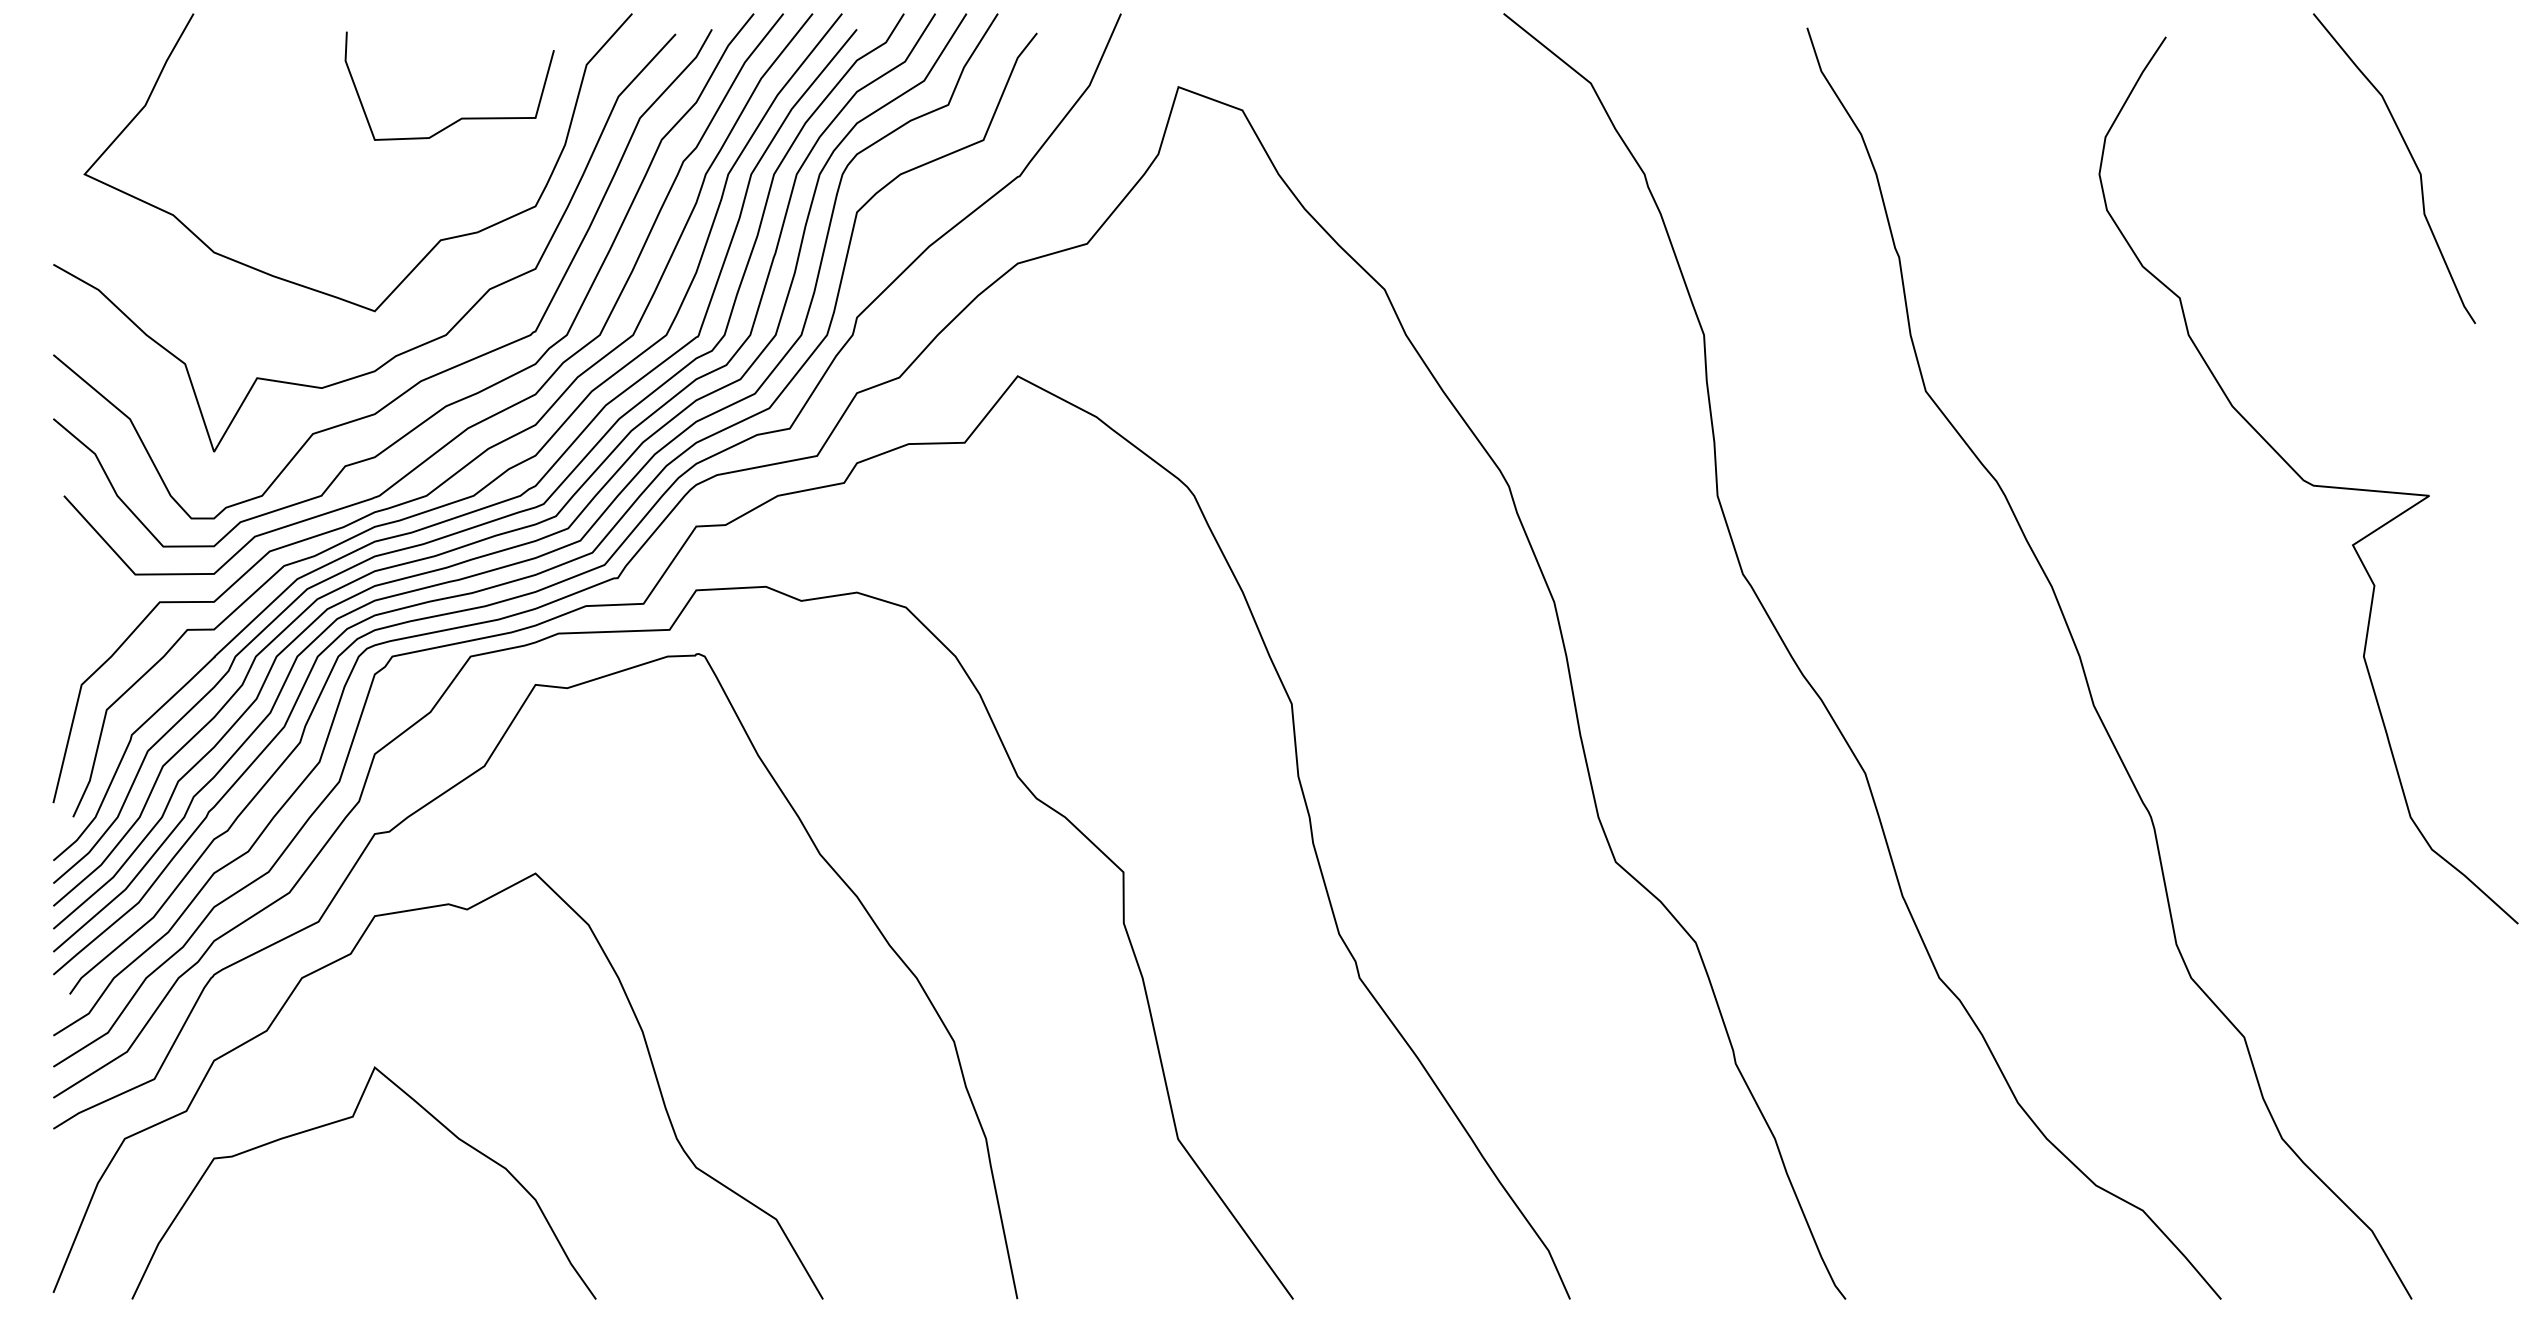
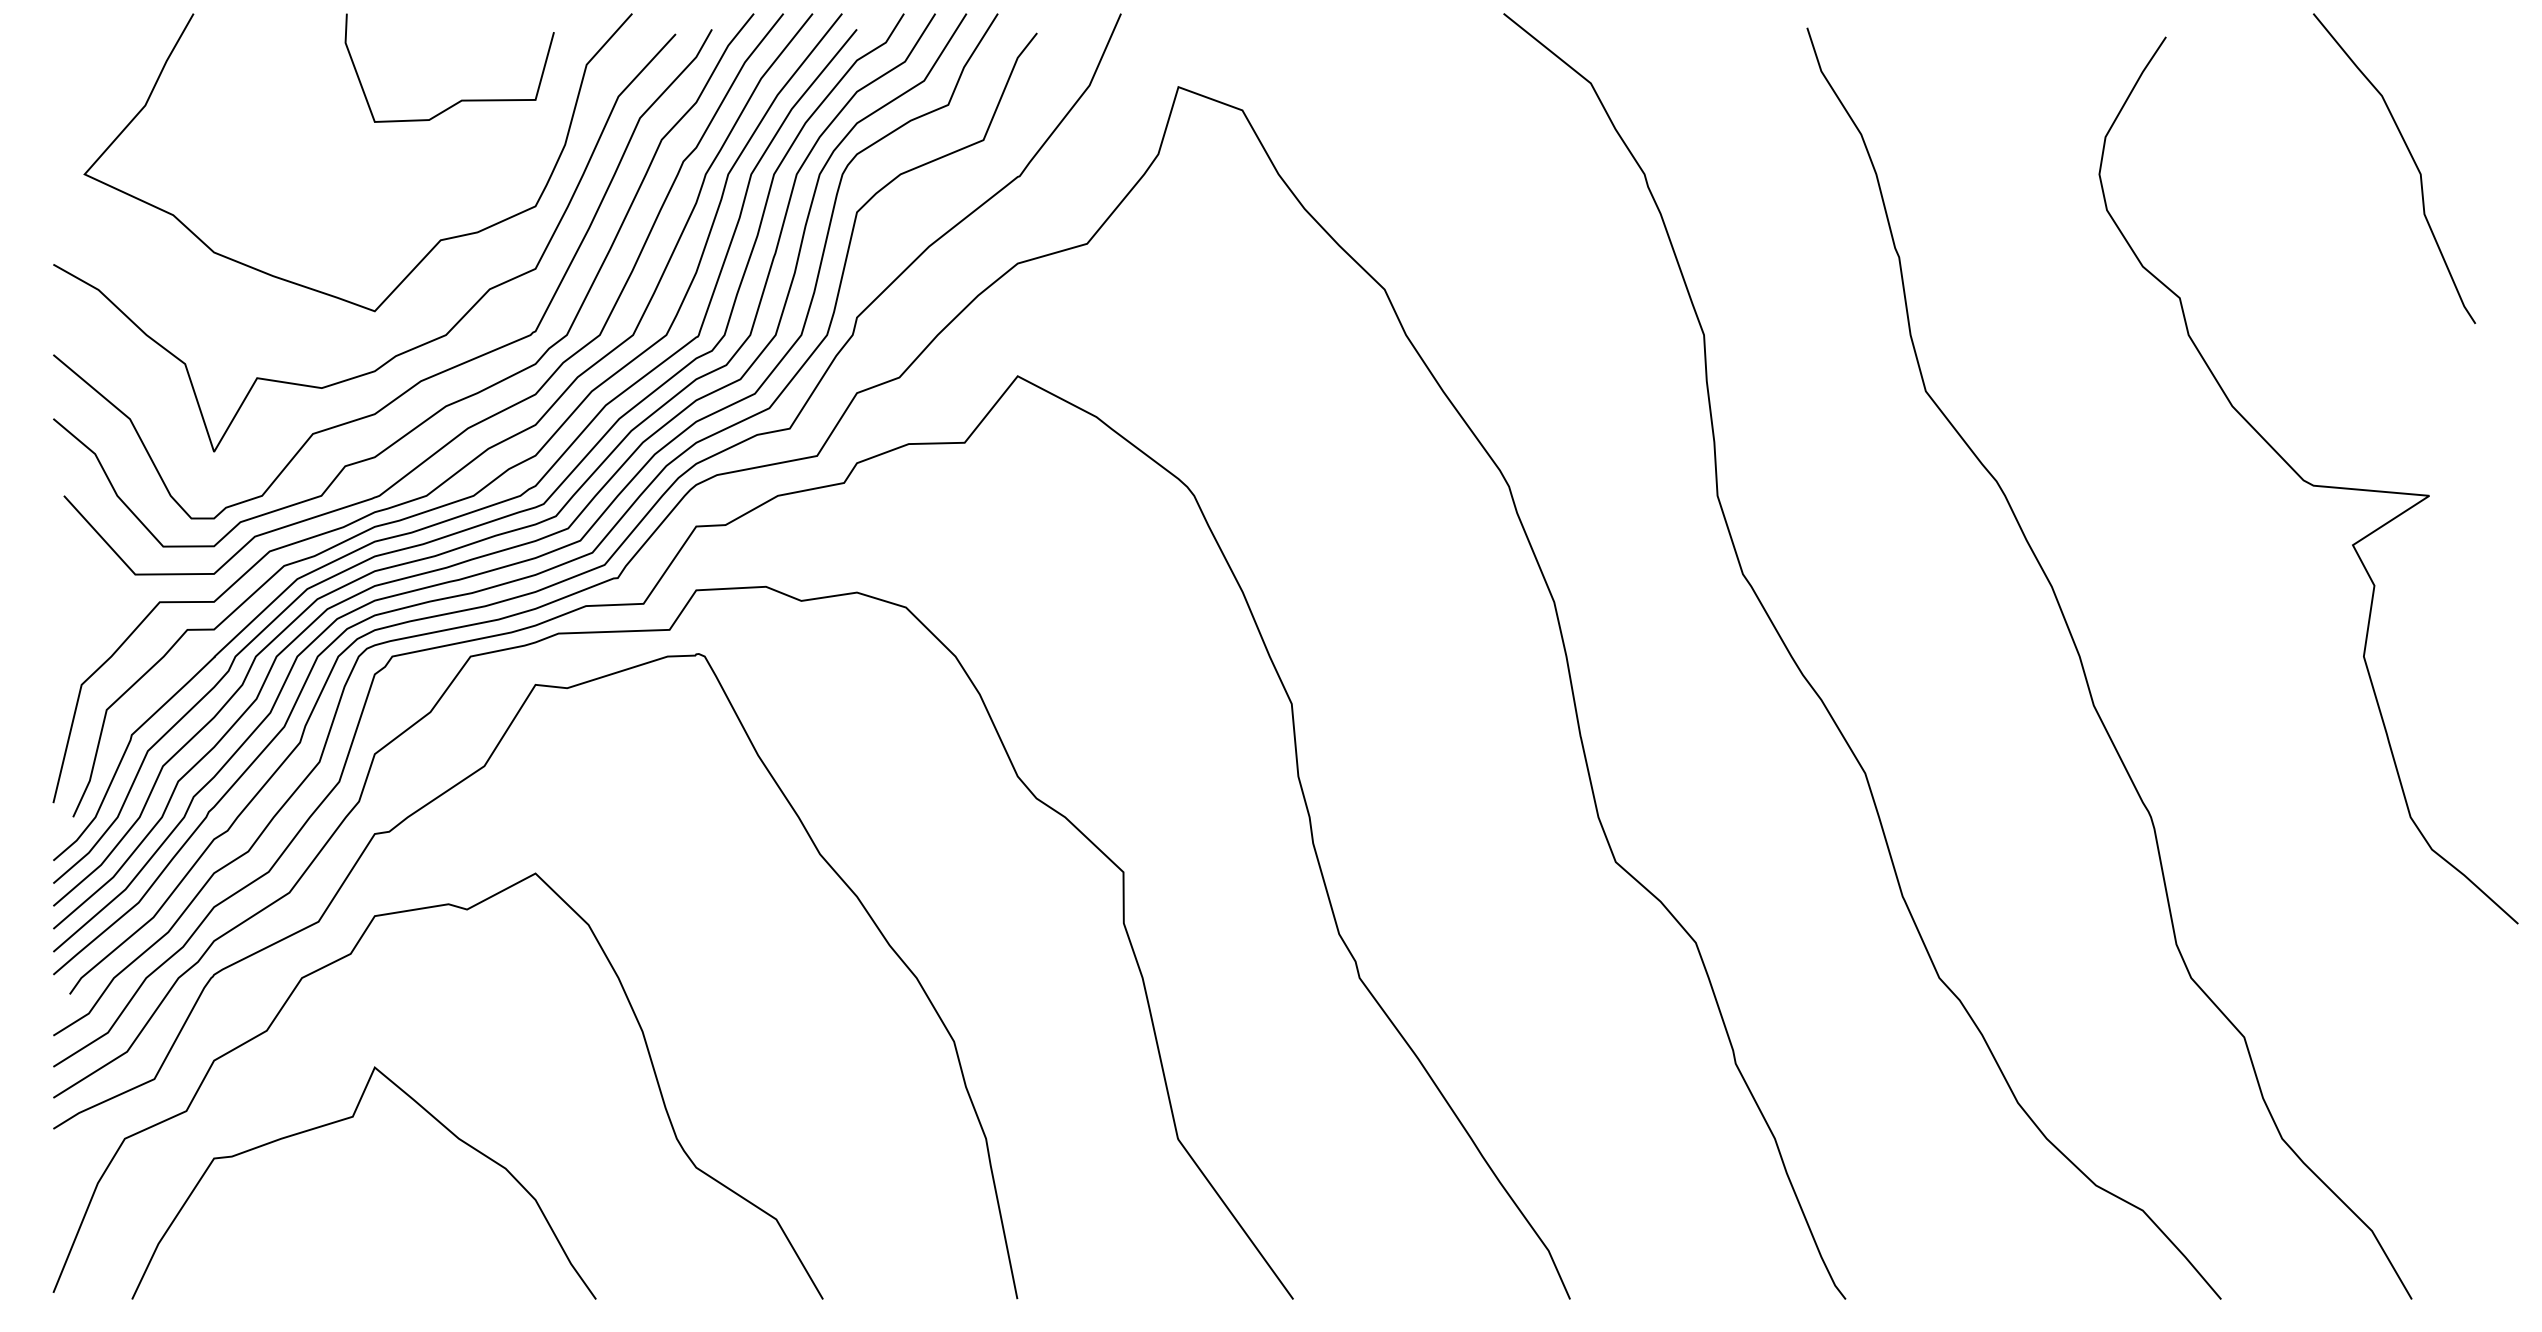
curve at (461, 117) position: (461, 117) -> (461, 99)
